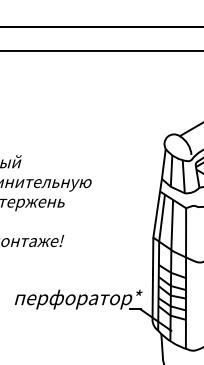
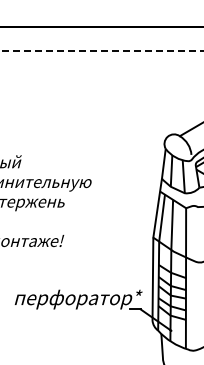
line at (101, 50): solid -> dashed
